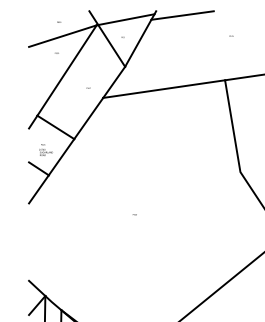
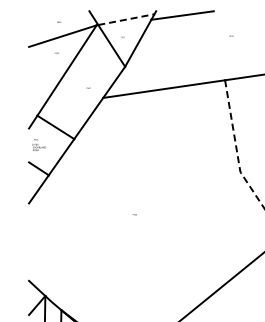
line at (126, 19): solid -> dashed
line at (236, 148): solid -> dashed
text at (45, 149) position: (45, 149) -> (38, 144)
